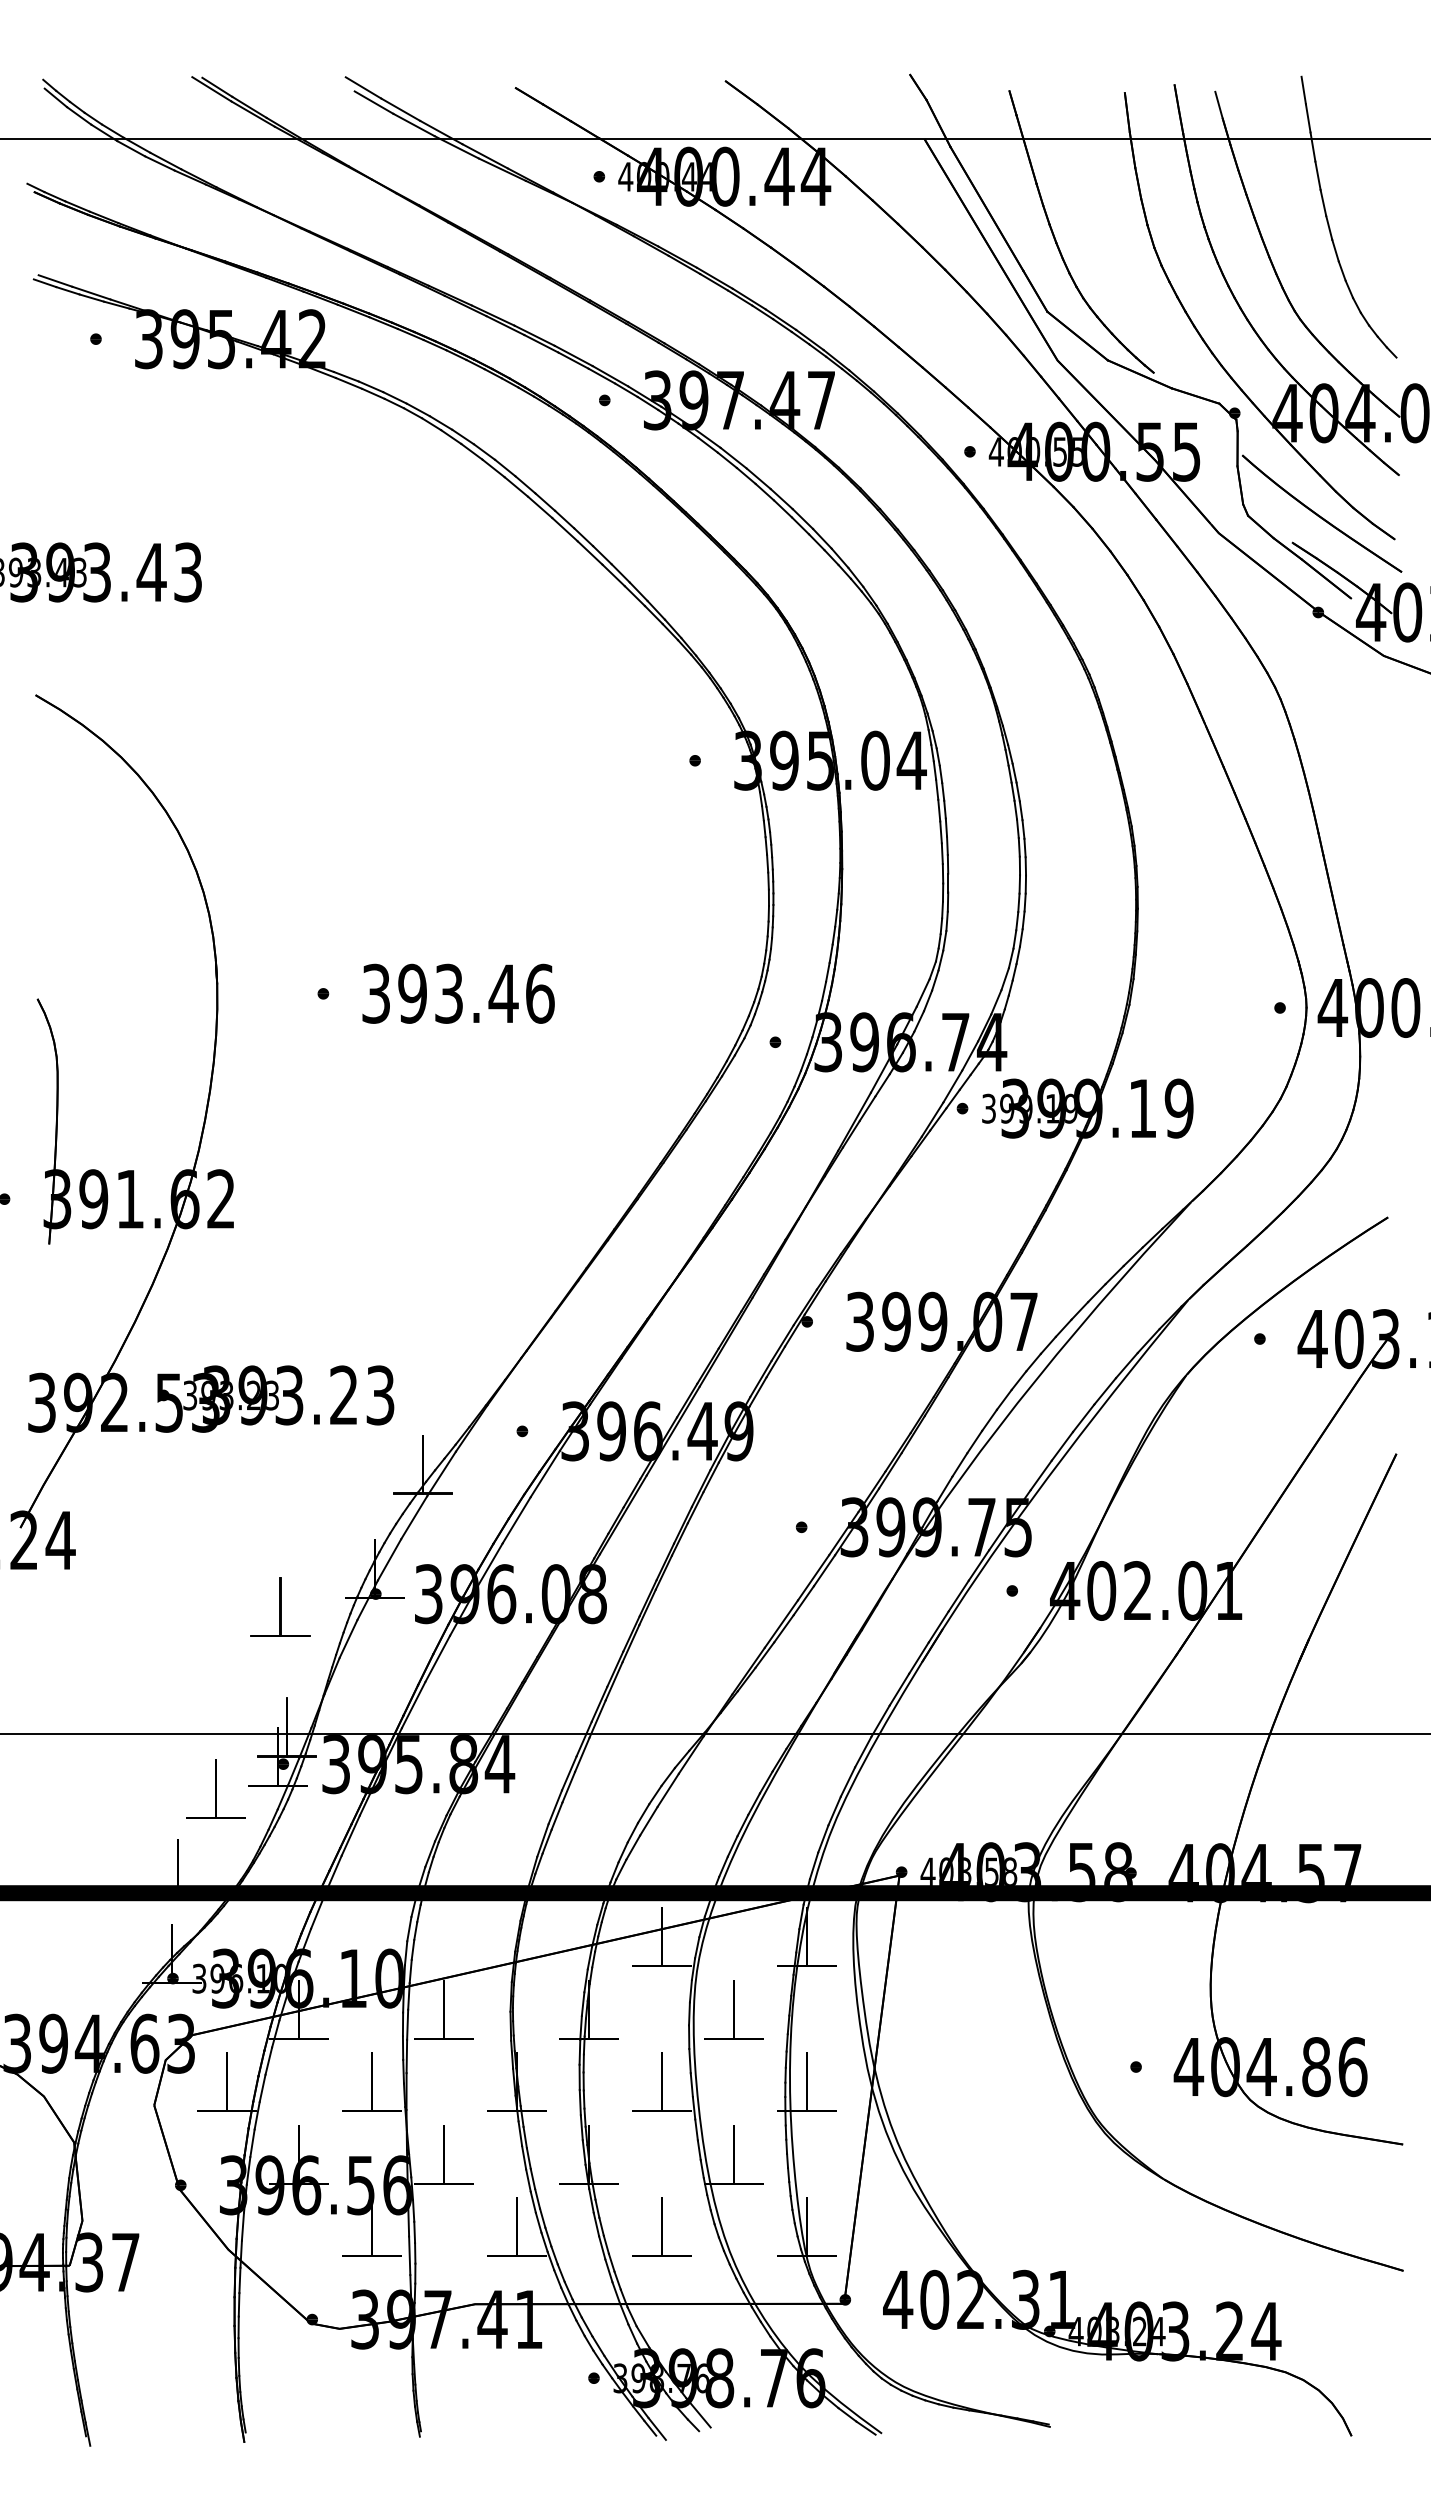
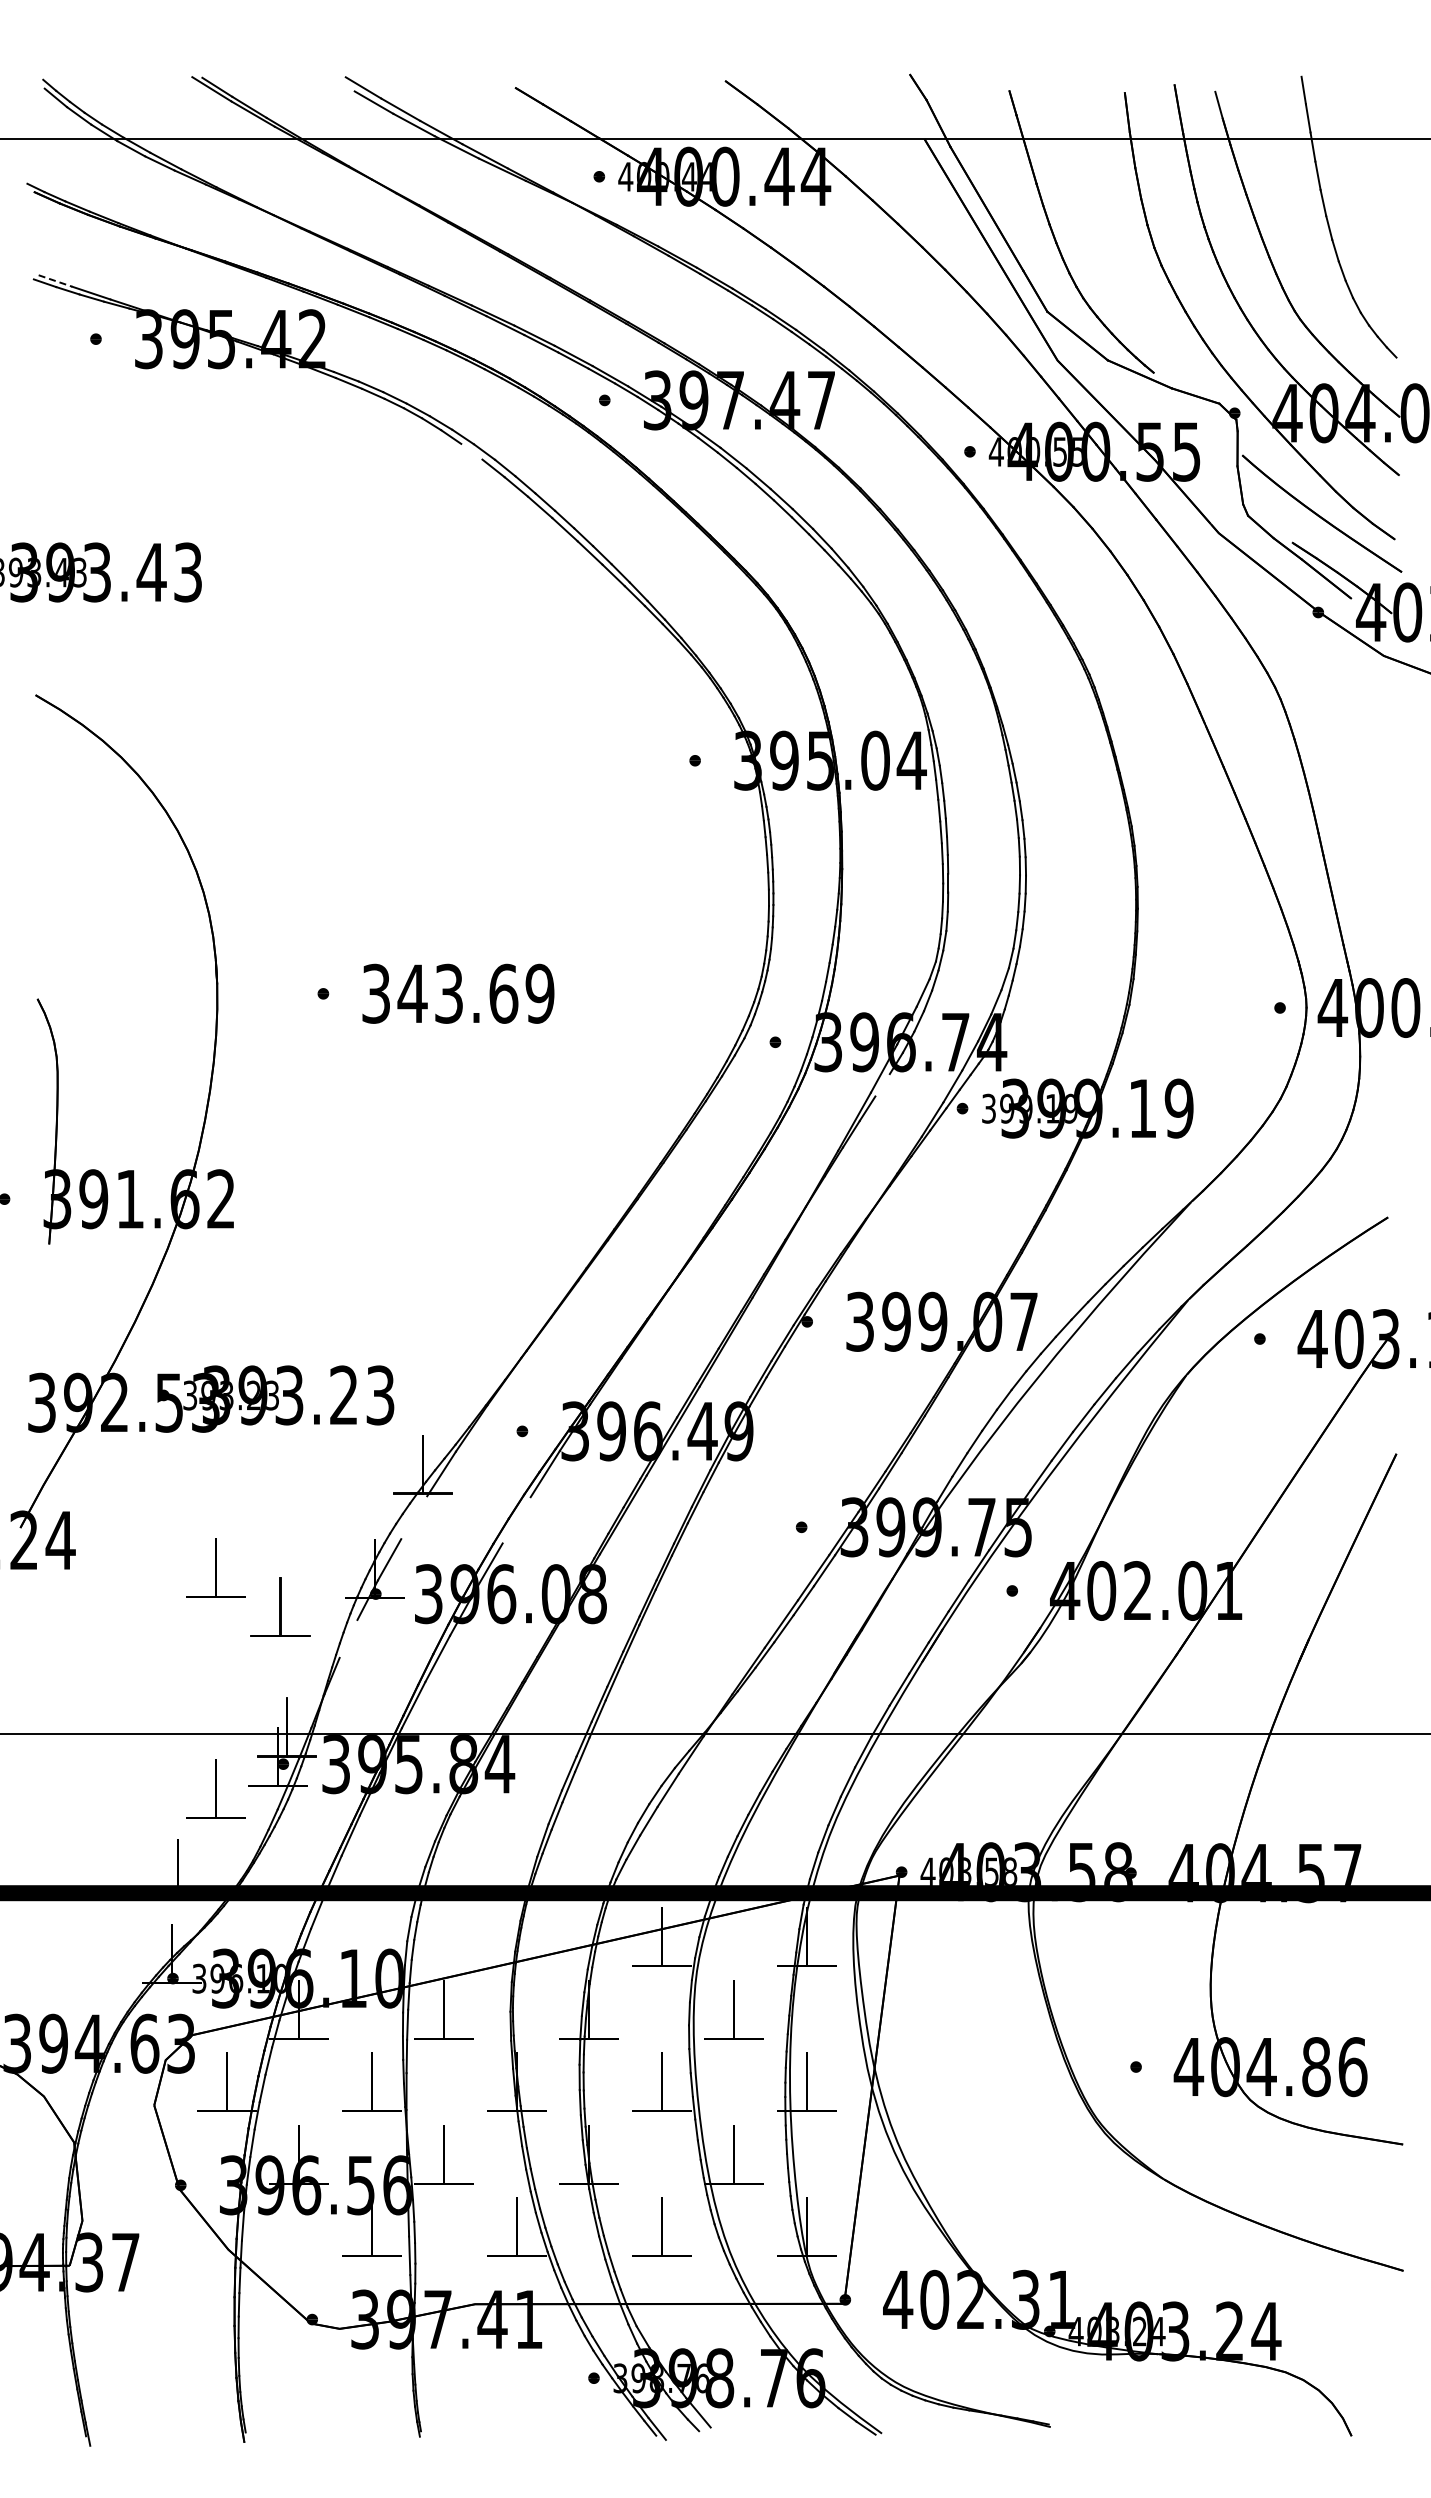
line at (55, 281): solid -> dashed
line at (471, 451): present -> none
text at (475, 993): 393.46 -> 343.69
line at (882, 1085): present -> none
line at (414, 1517): present -> none
line at (516, 1520): present -> none
part at (215, 1567): none -> present
line at (348, 1638): present -> none
